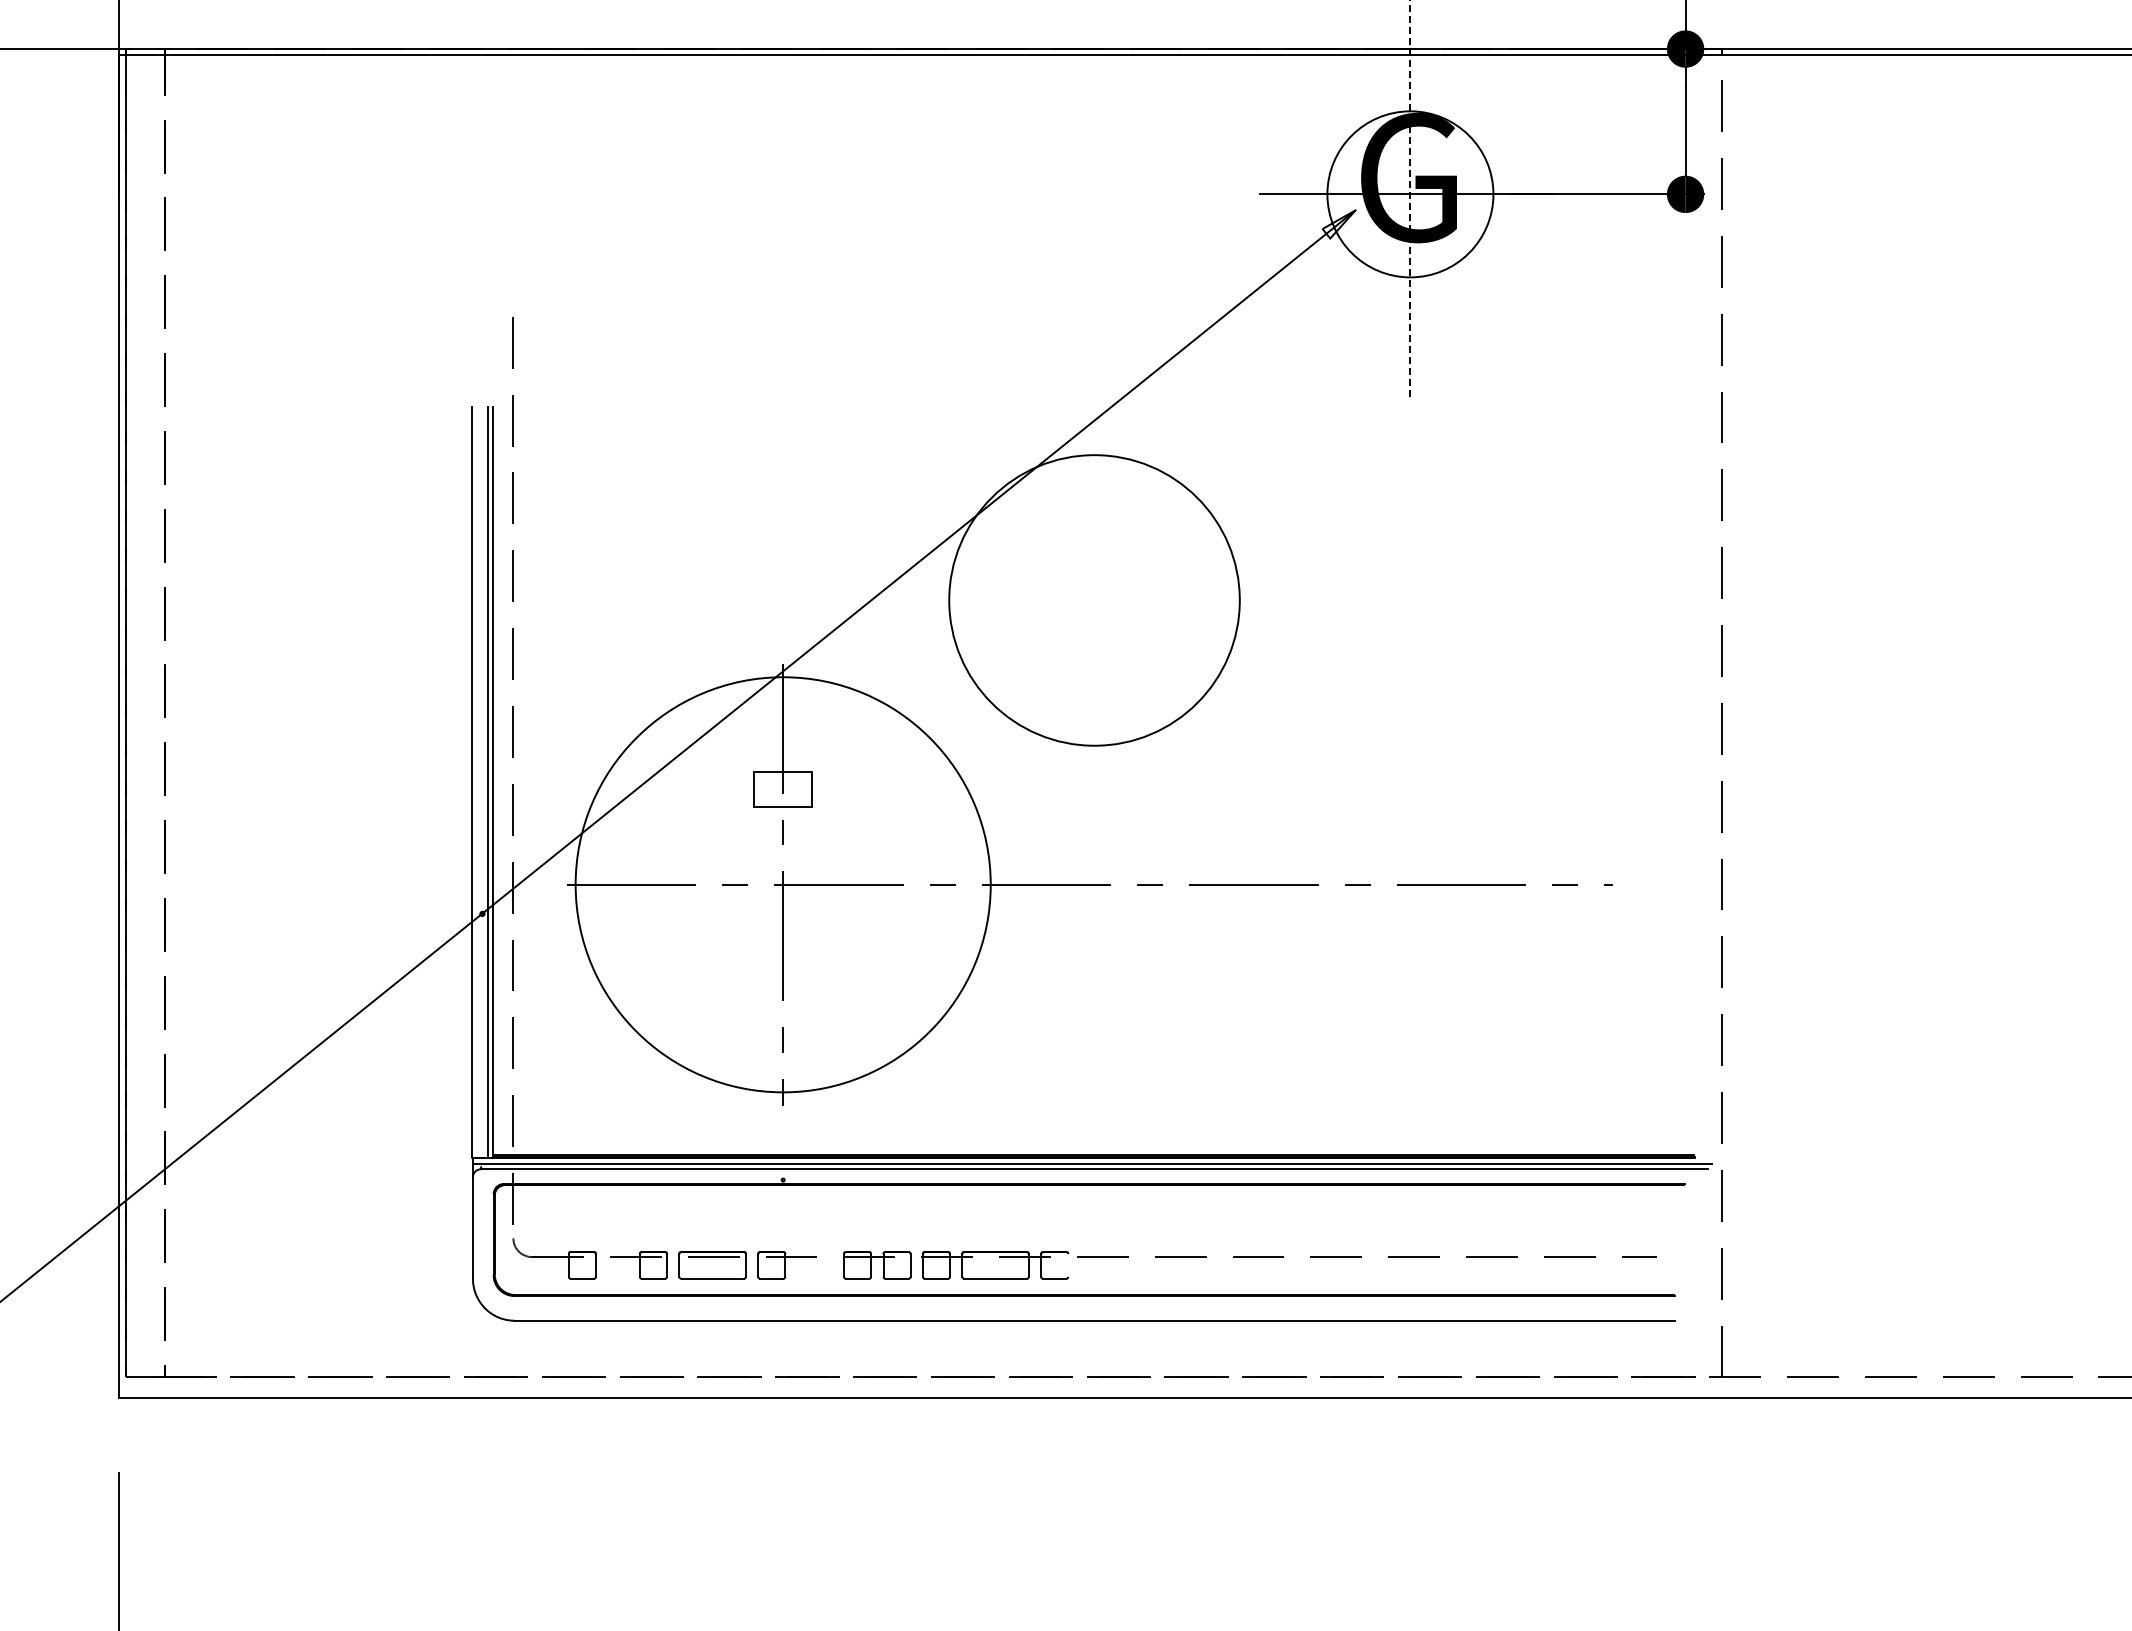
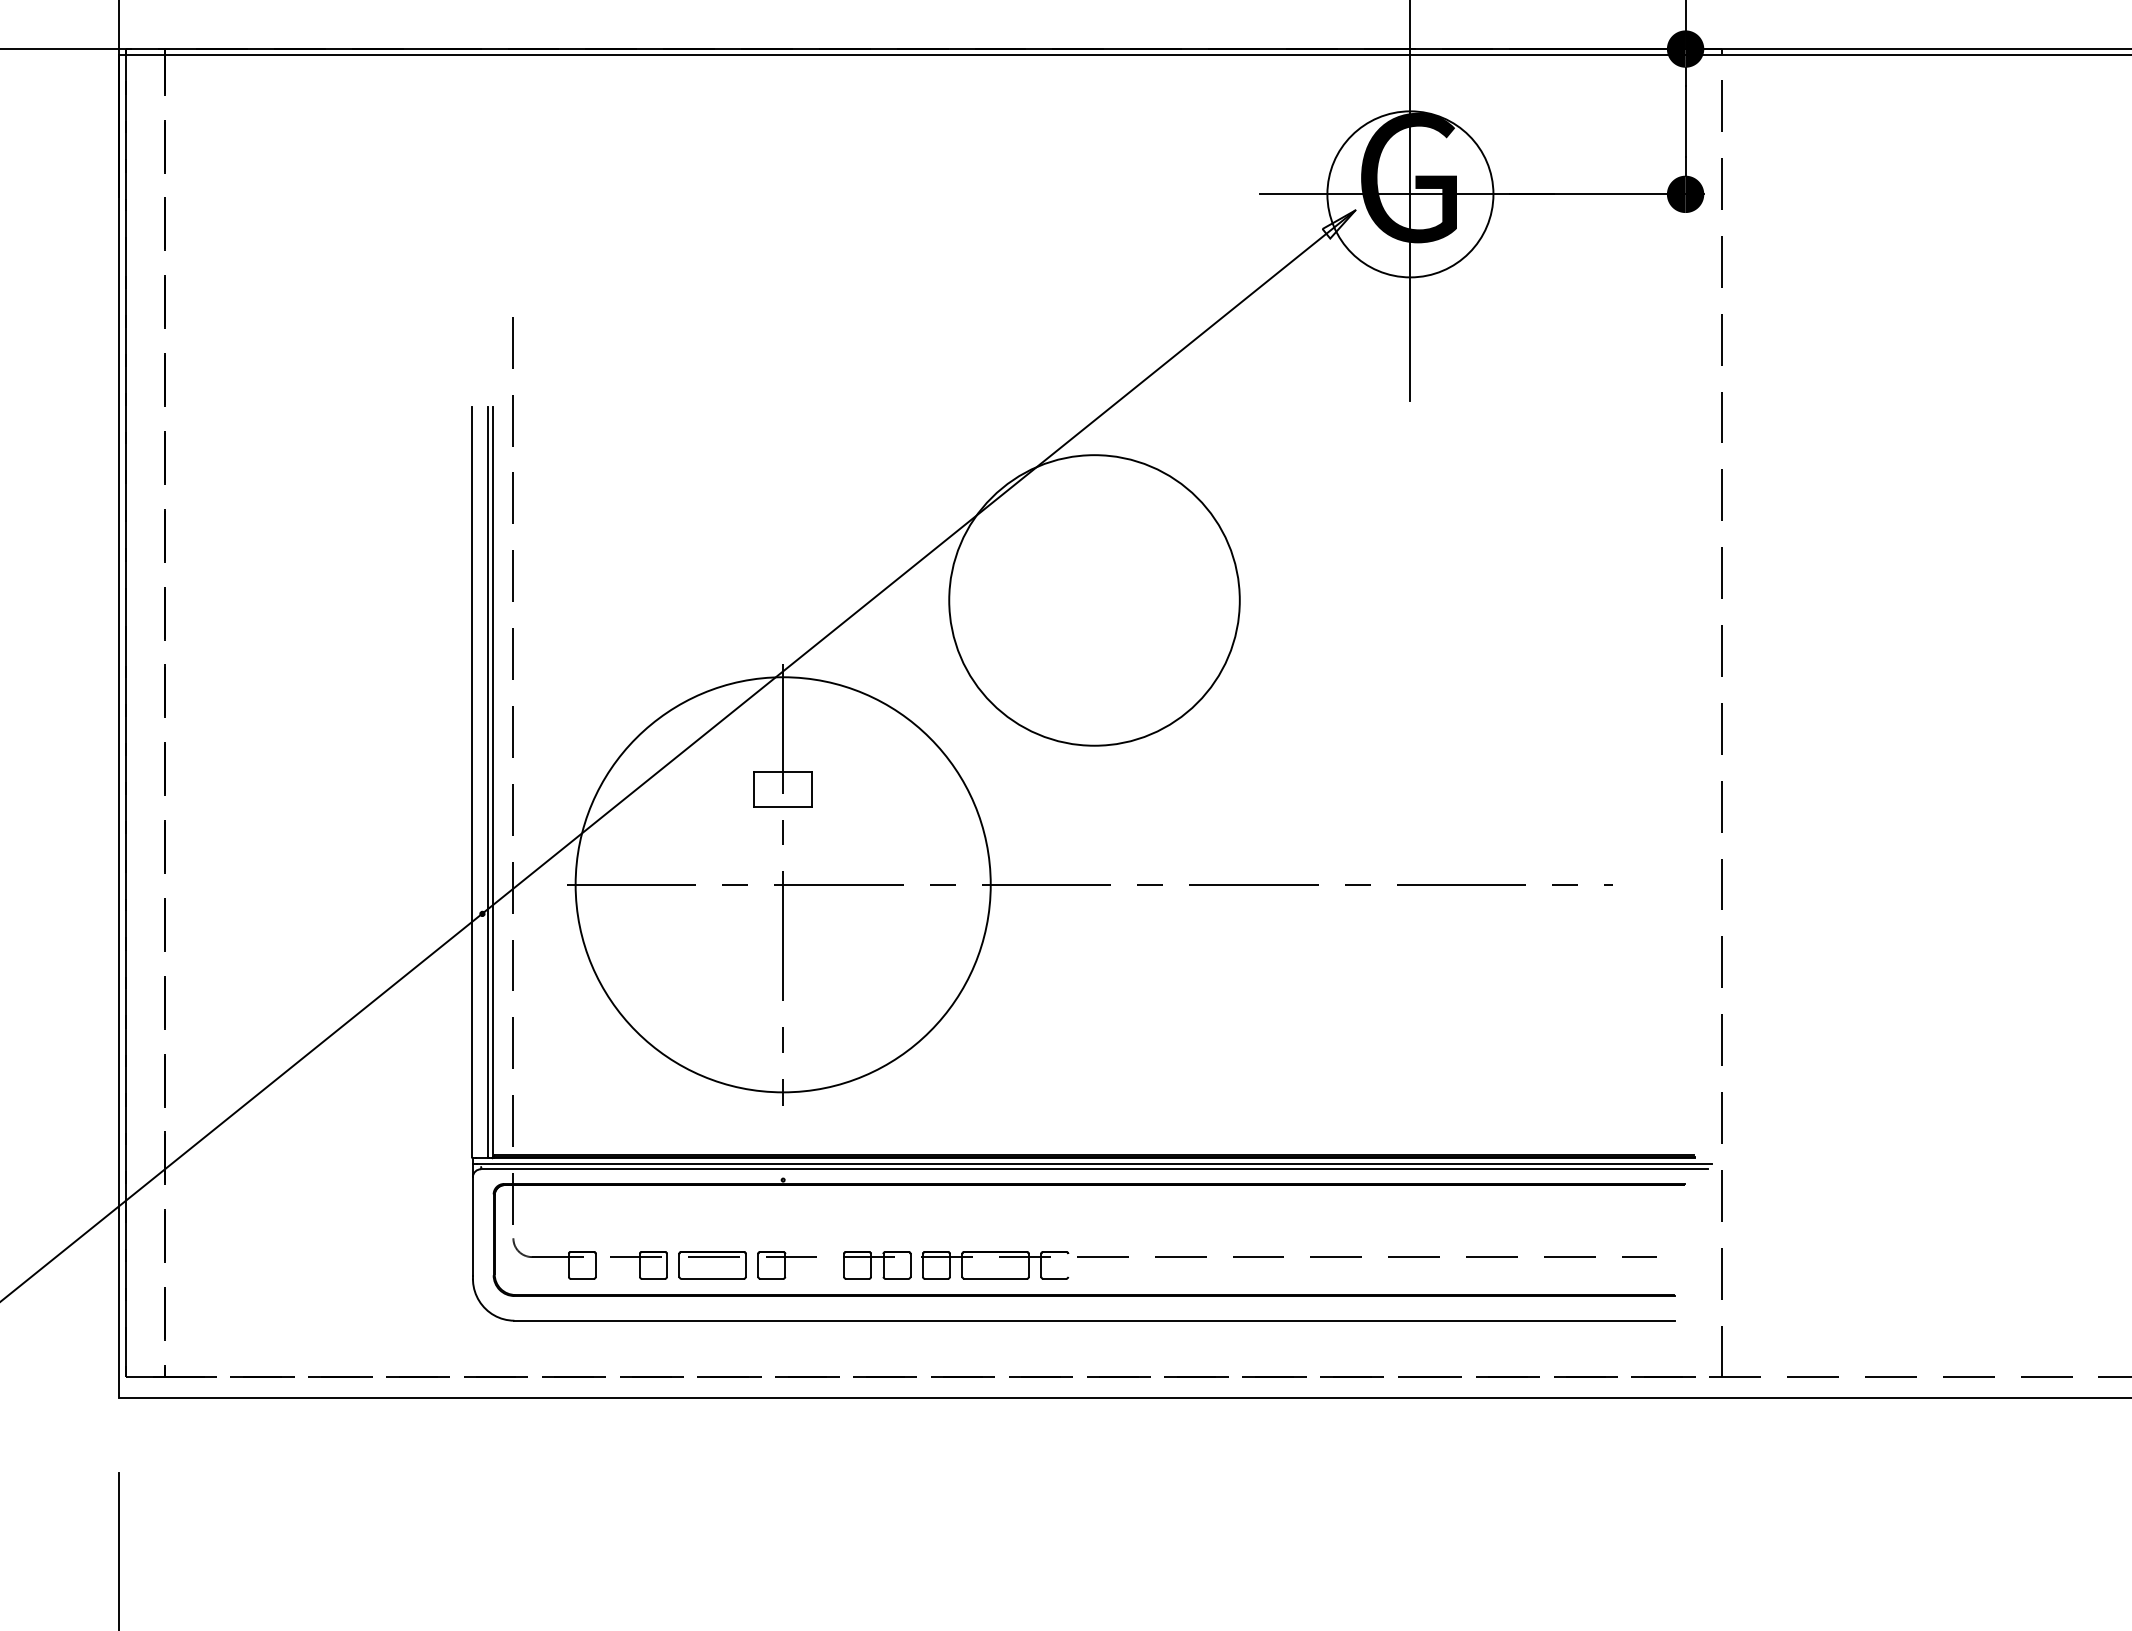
line at (1410, 200): dashed -> solid
